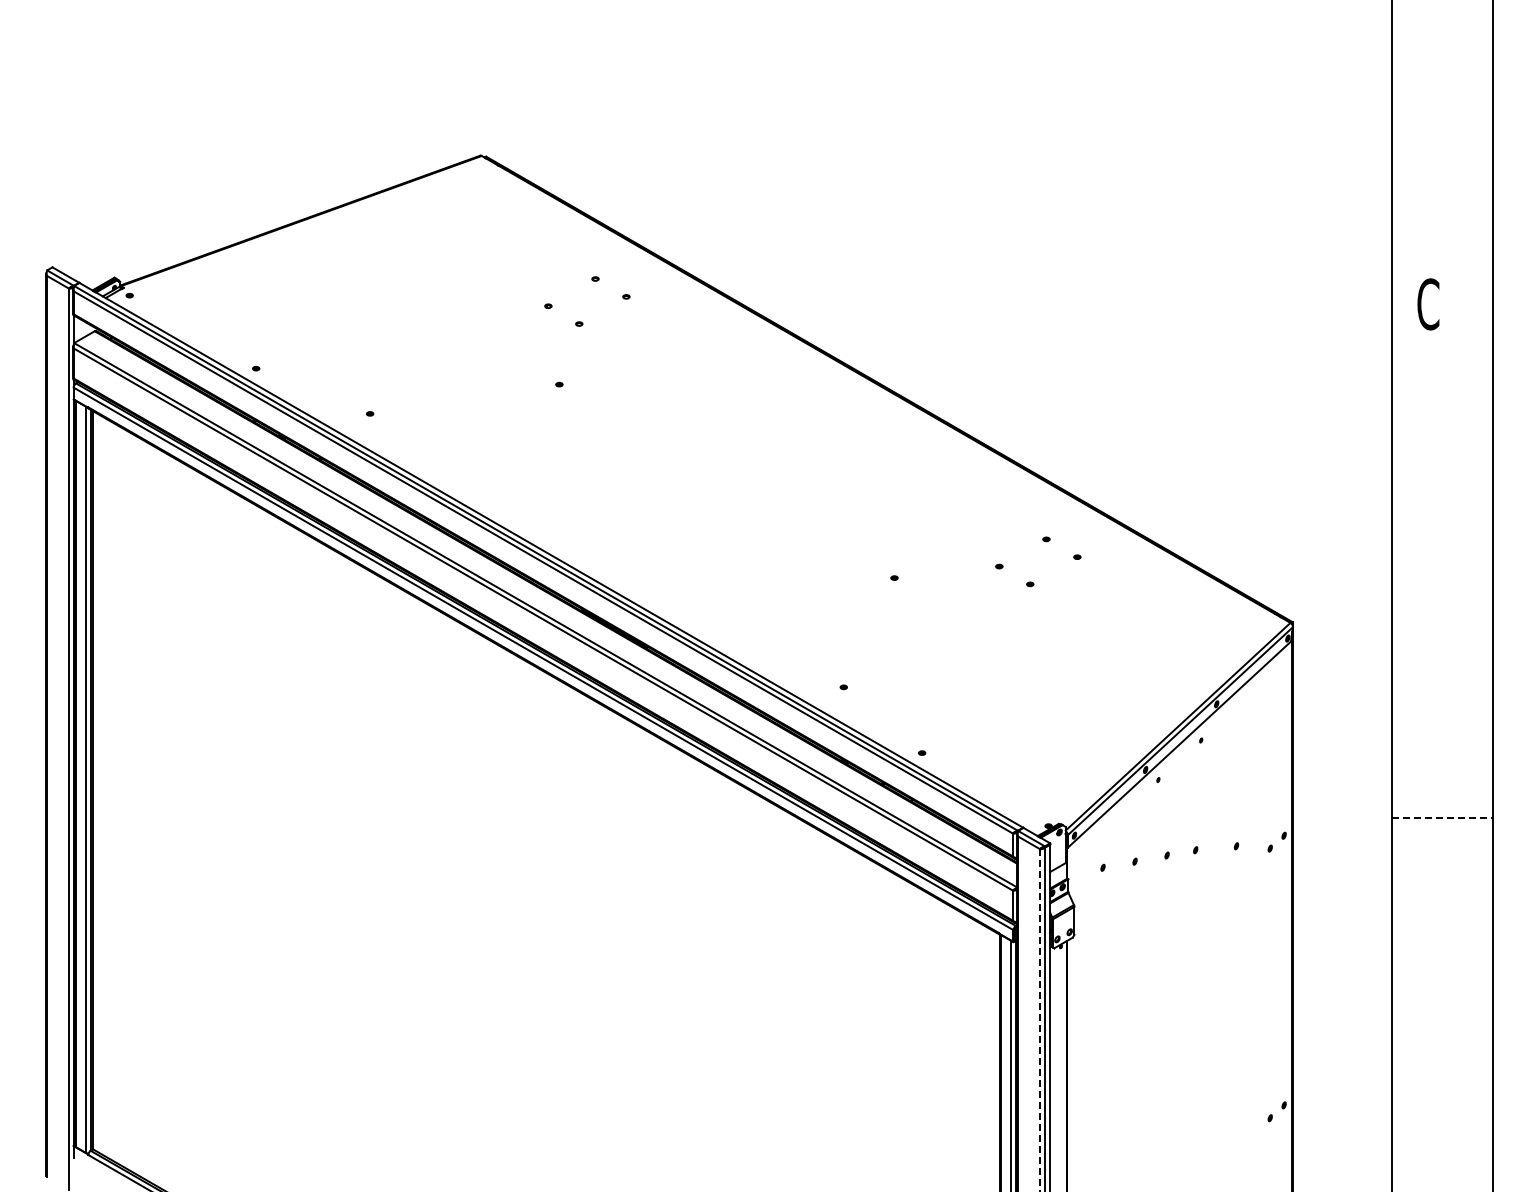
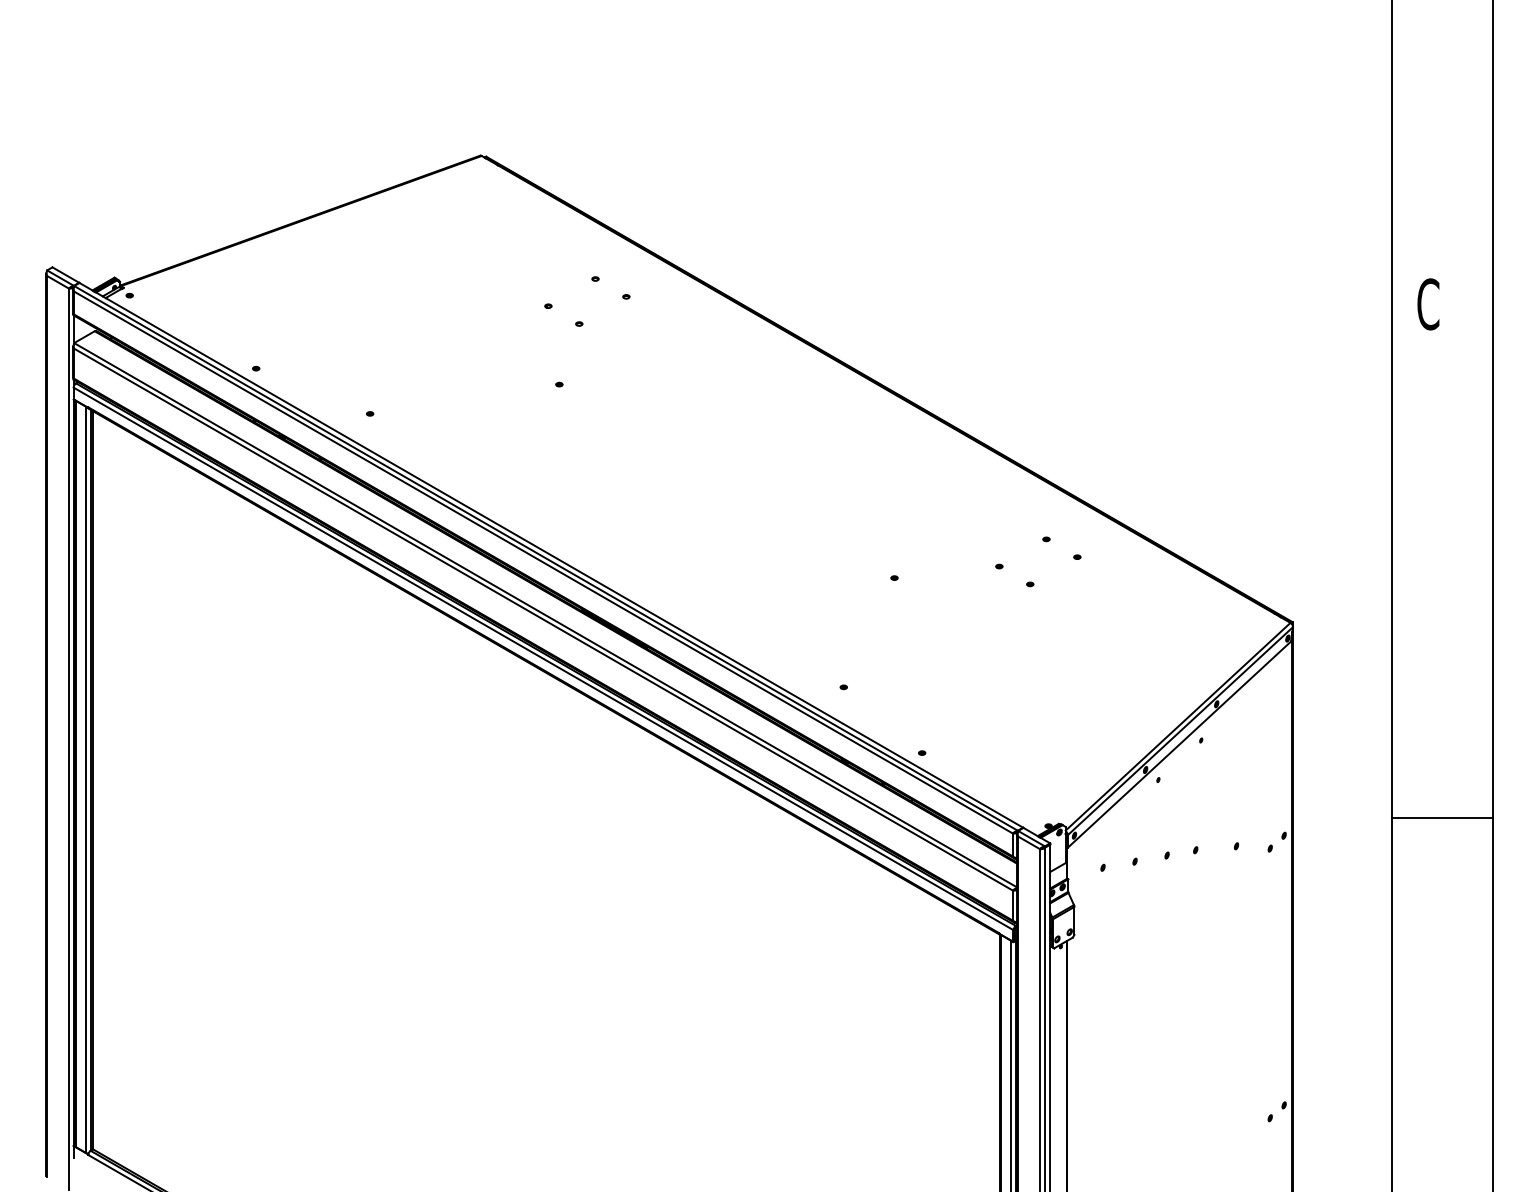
line at (1442, 818): dashed -> solid
line at (1040, 1021): dashed -> solid
